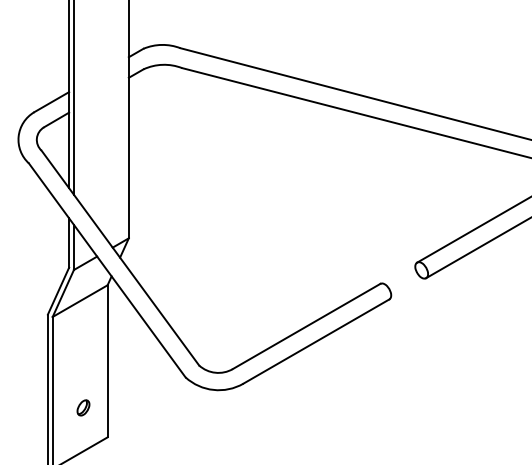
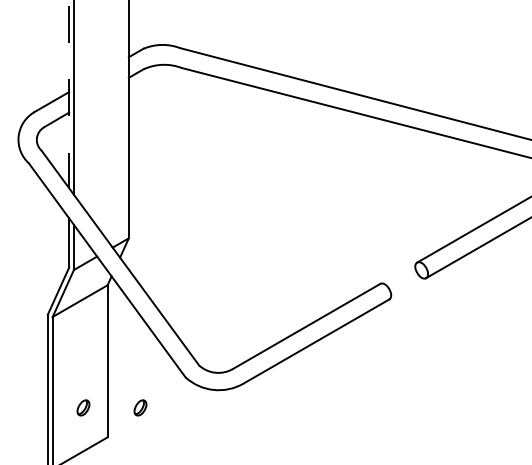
line at (69, 94): solid -> dashed
part at (140, 407): none -> present
